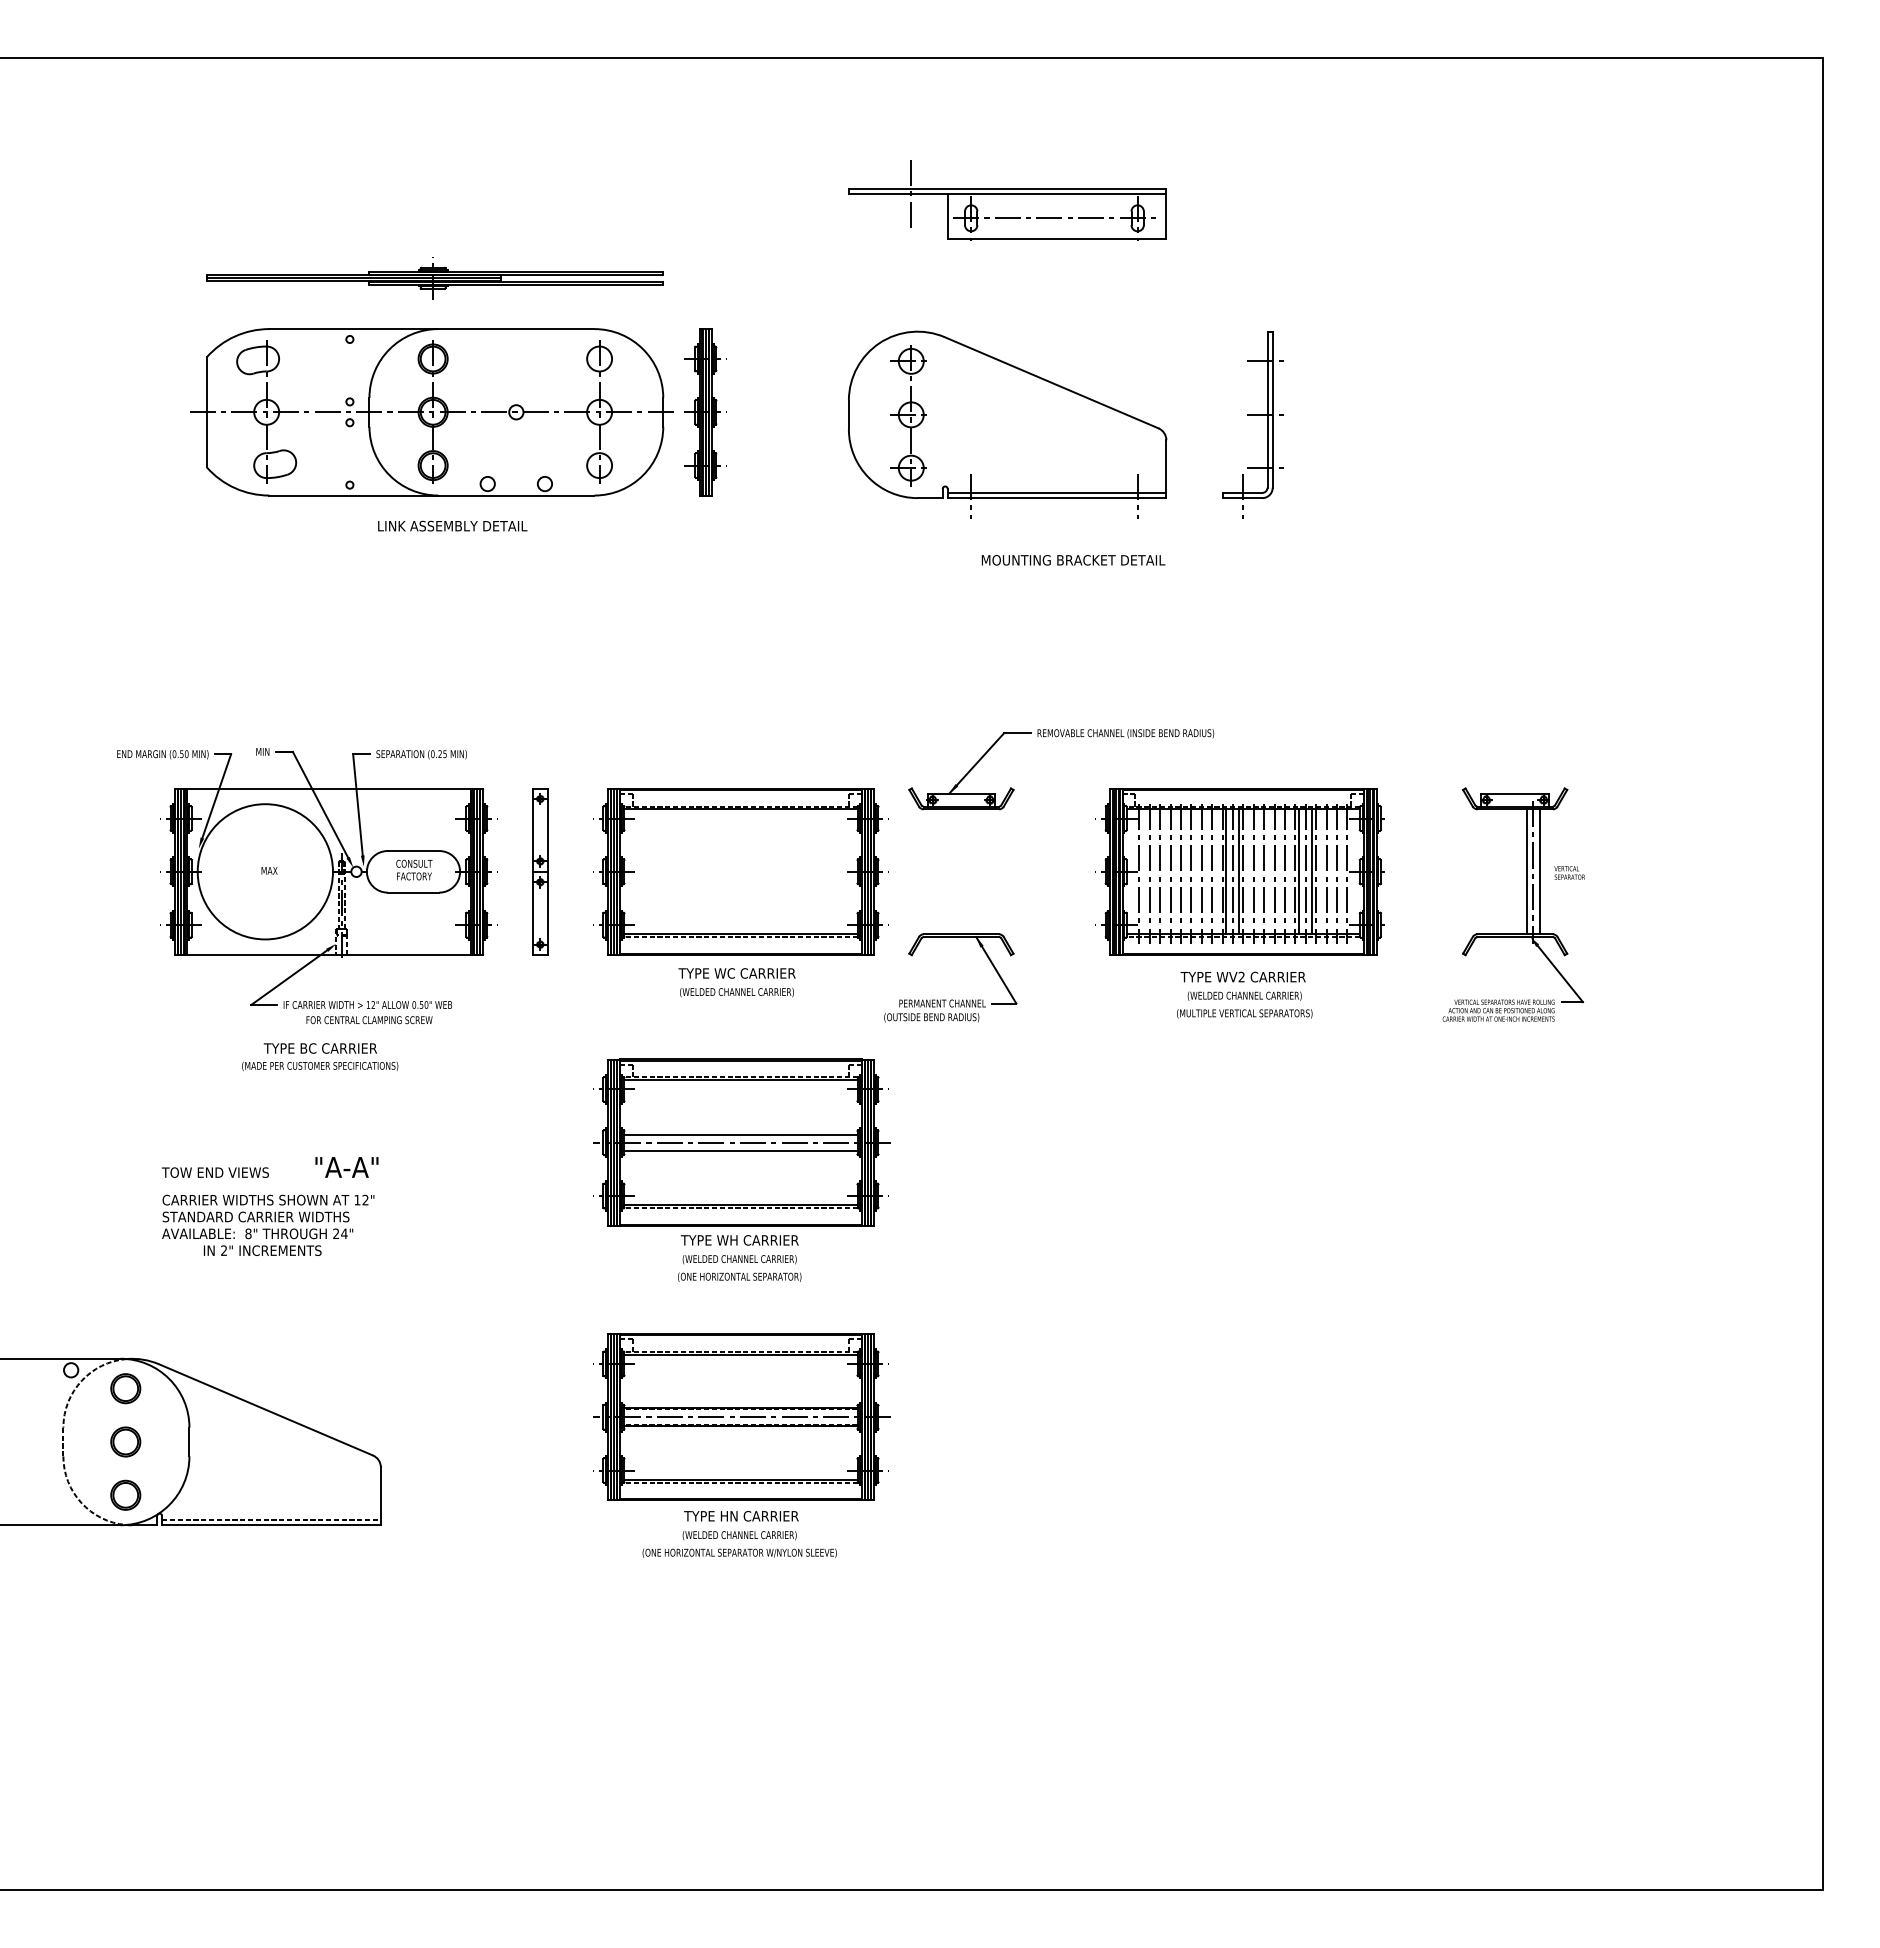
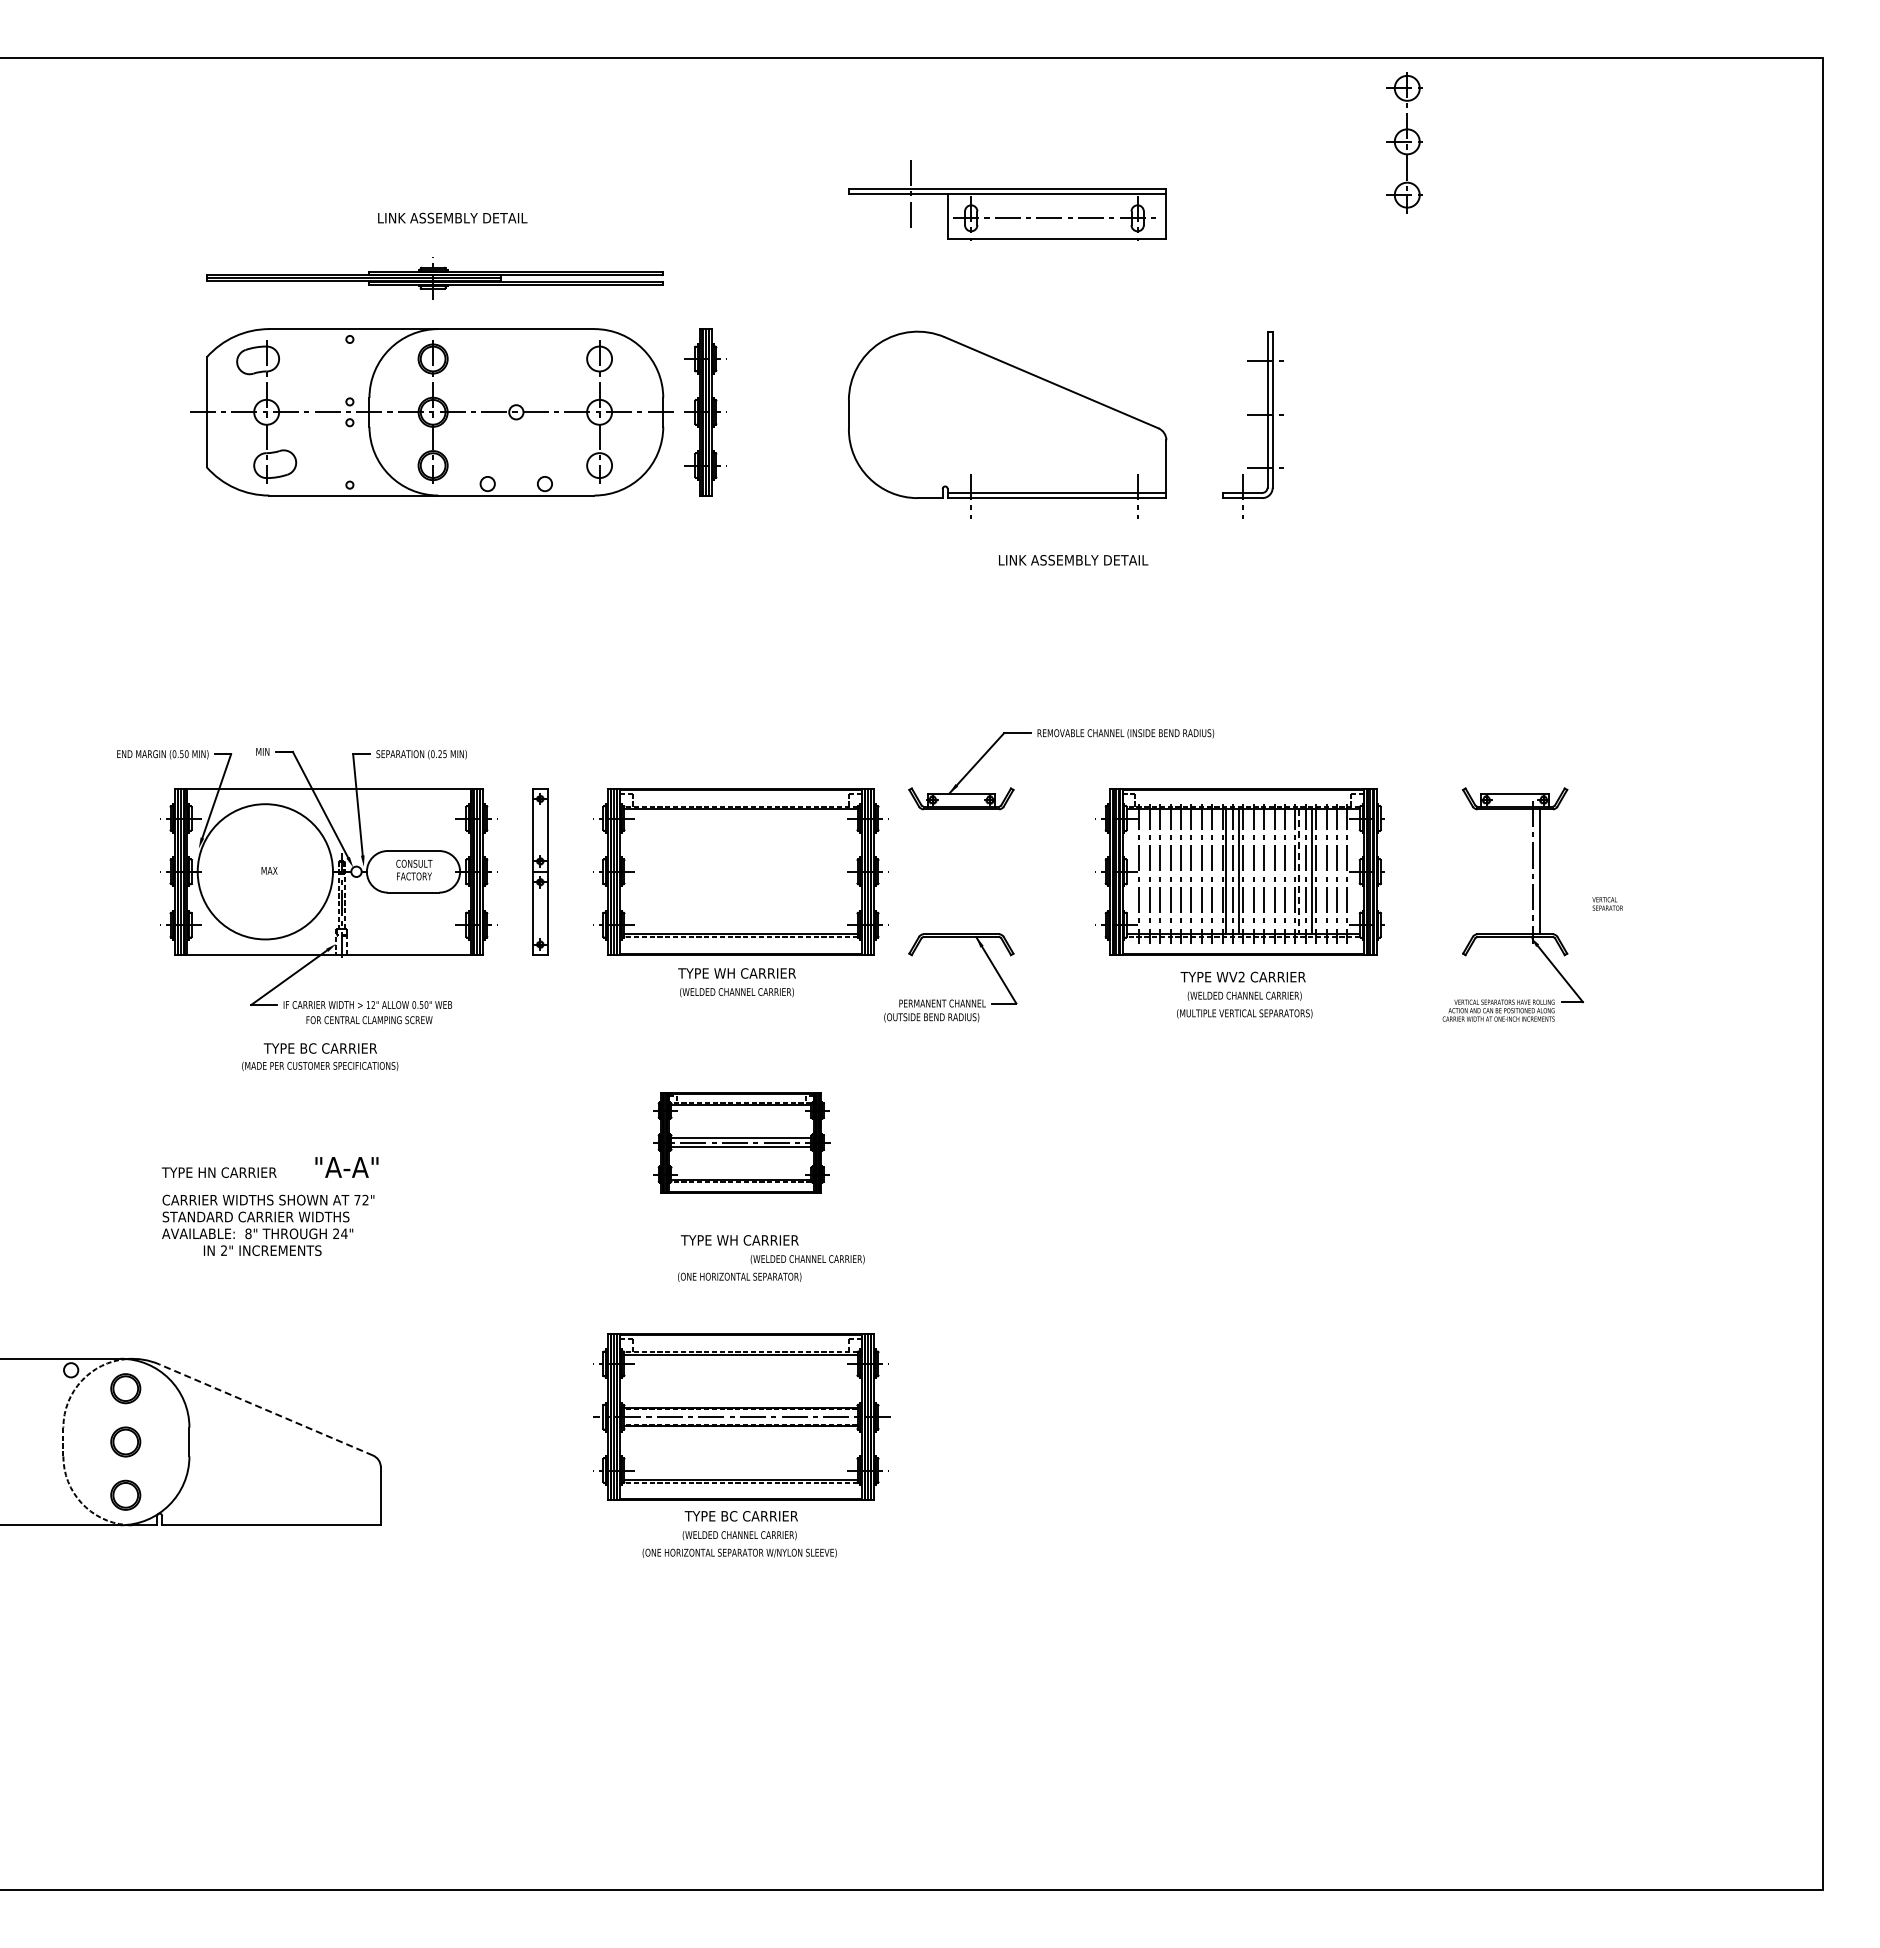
part at (908, 415) position: (908, 415) -> (1404, 142)
text at (452, 525) position: (452, 525) -> (452, 217)
text at (1073, 560): MOUNTING BRACKET DETAIL -> LINK ASSEMBLY DETAIL
line at (1526, 871): present -> none
line at (1299, 872): solid -> dashed
text at (1569, 872) position: (1569, 872) -> (1607, 903)
text at (736, 973): TYPE WC CARRIER -> TYPE WH CARRIER
part at (741, 1142) size: 298x169 px -> 178x102 px
text at (223, 1172): TOW END VIEWS -> TYPE HN CARRIER
text at (357, 1200): 12" -> 72"
text at (739, 1259) position: (739, 1259) -> (807, 1259)
line at (265, 1409): solid -> dashed
text at (741, 1516): TYPE HN CARRIER -> TYPE BC CARRIER
line at (271, 1520): present -> none
